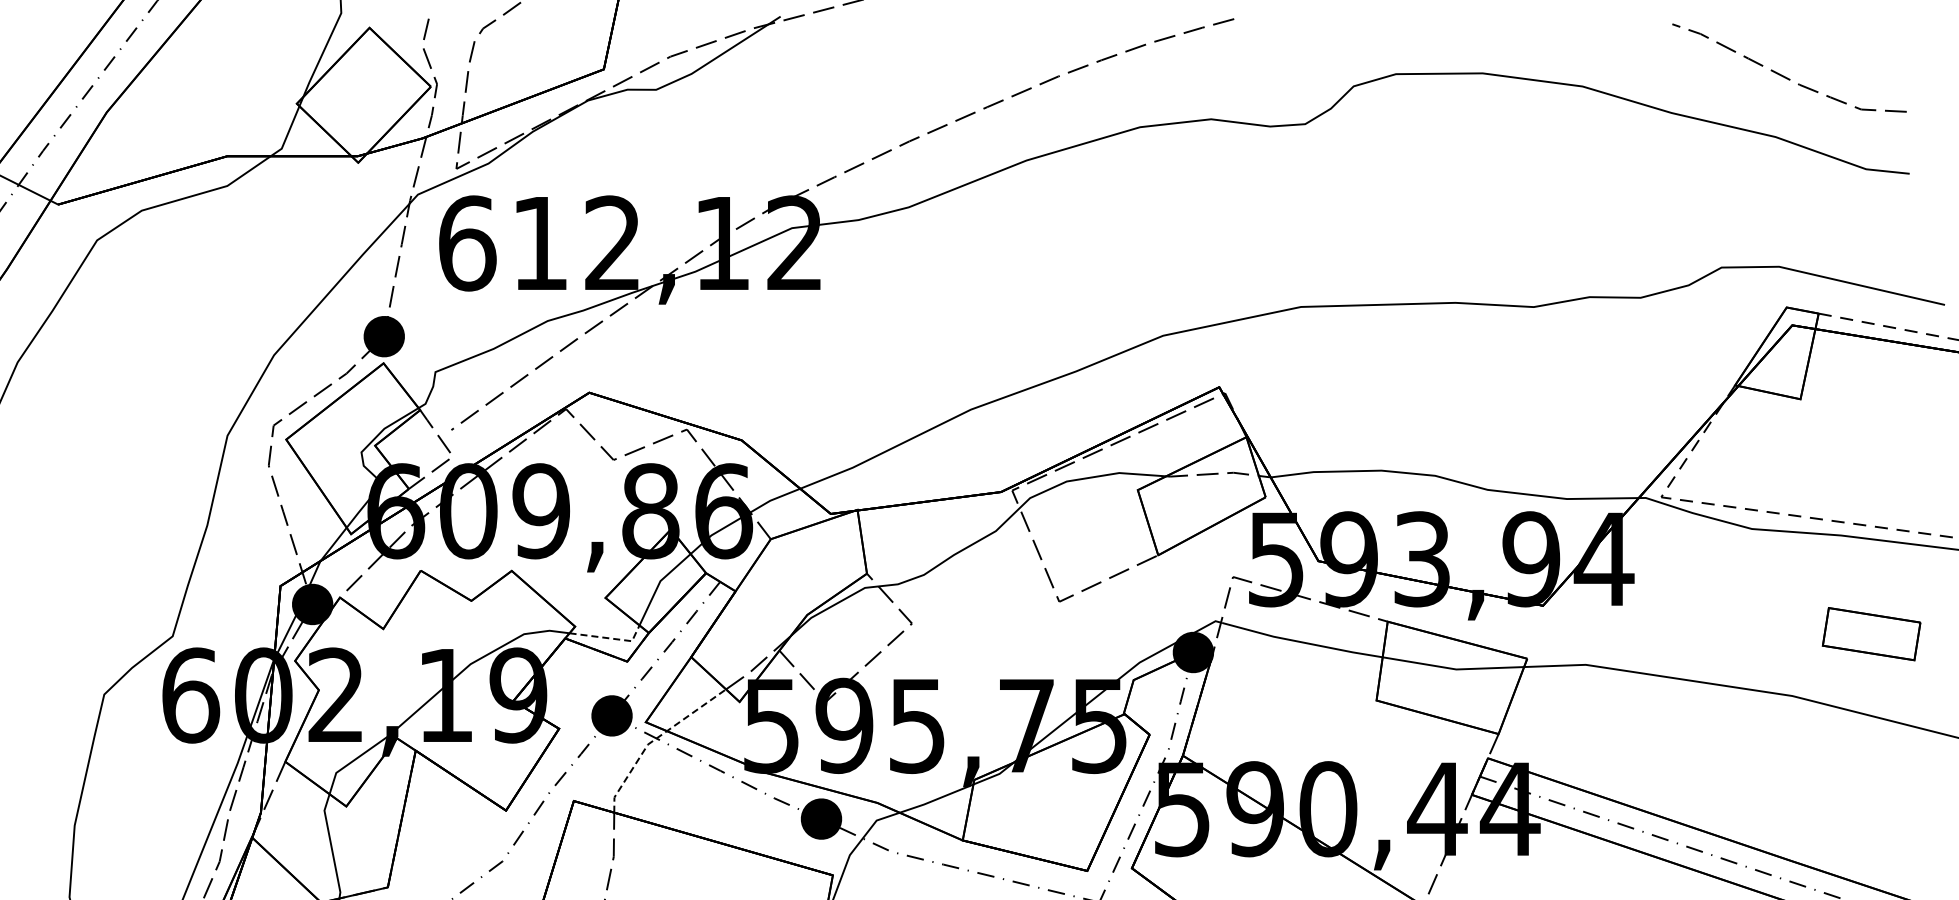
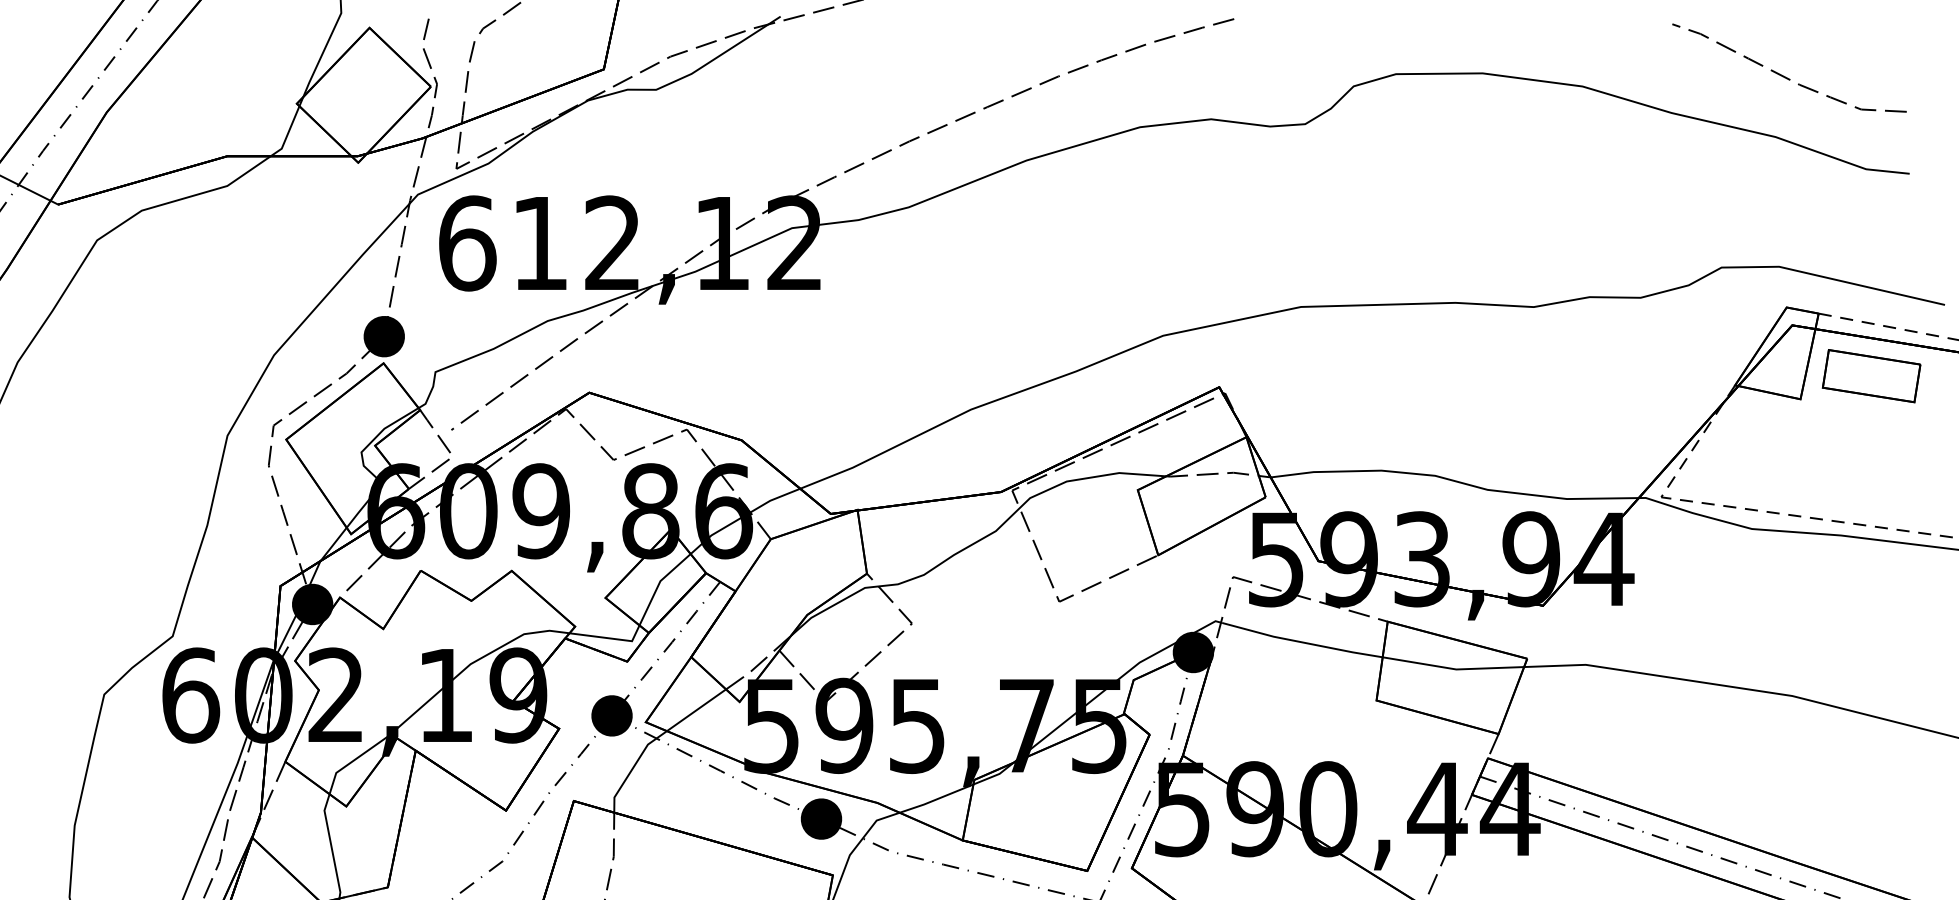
part at (1871, 634) position: (1871, 634) -> (1871, 376)
line at (610, 638): dashed -> solid
line at (654, 739): dashed -> solid
